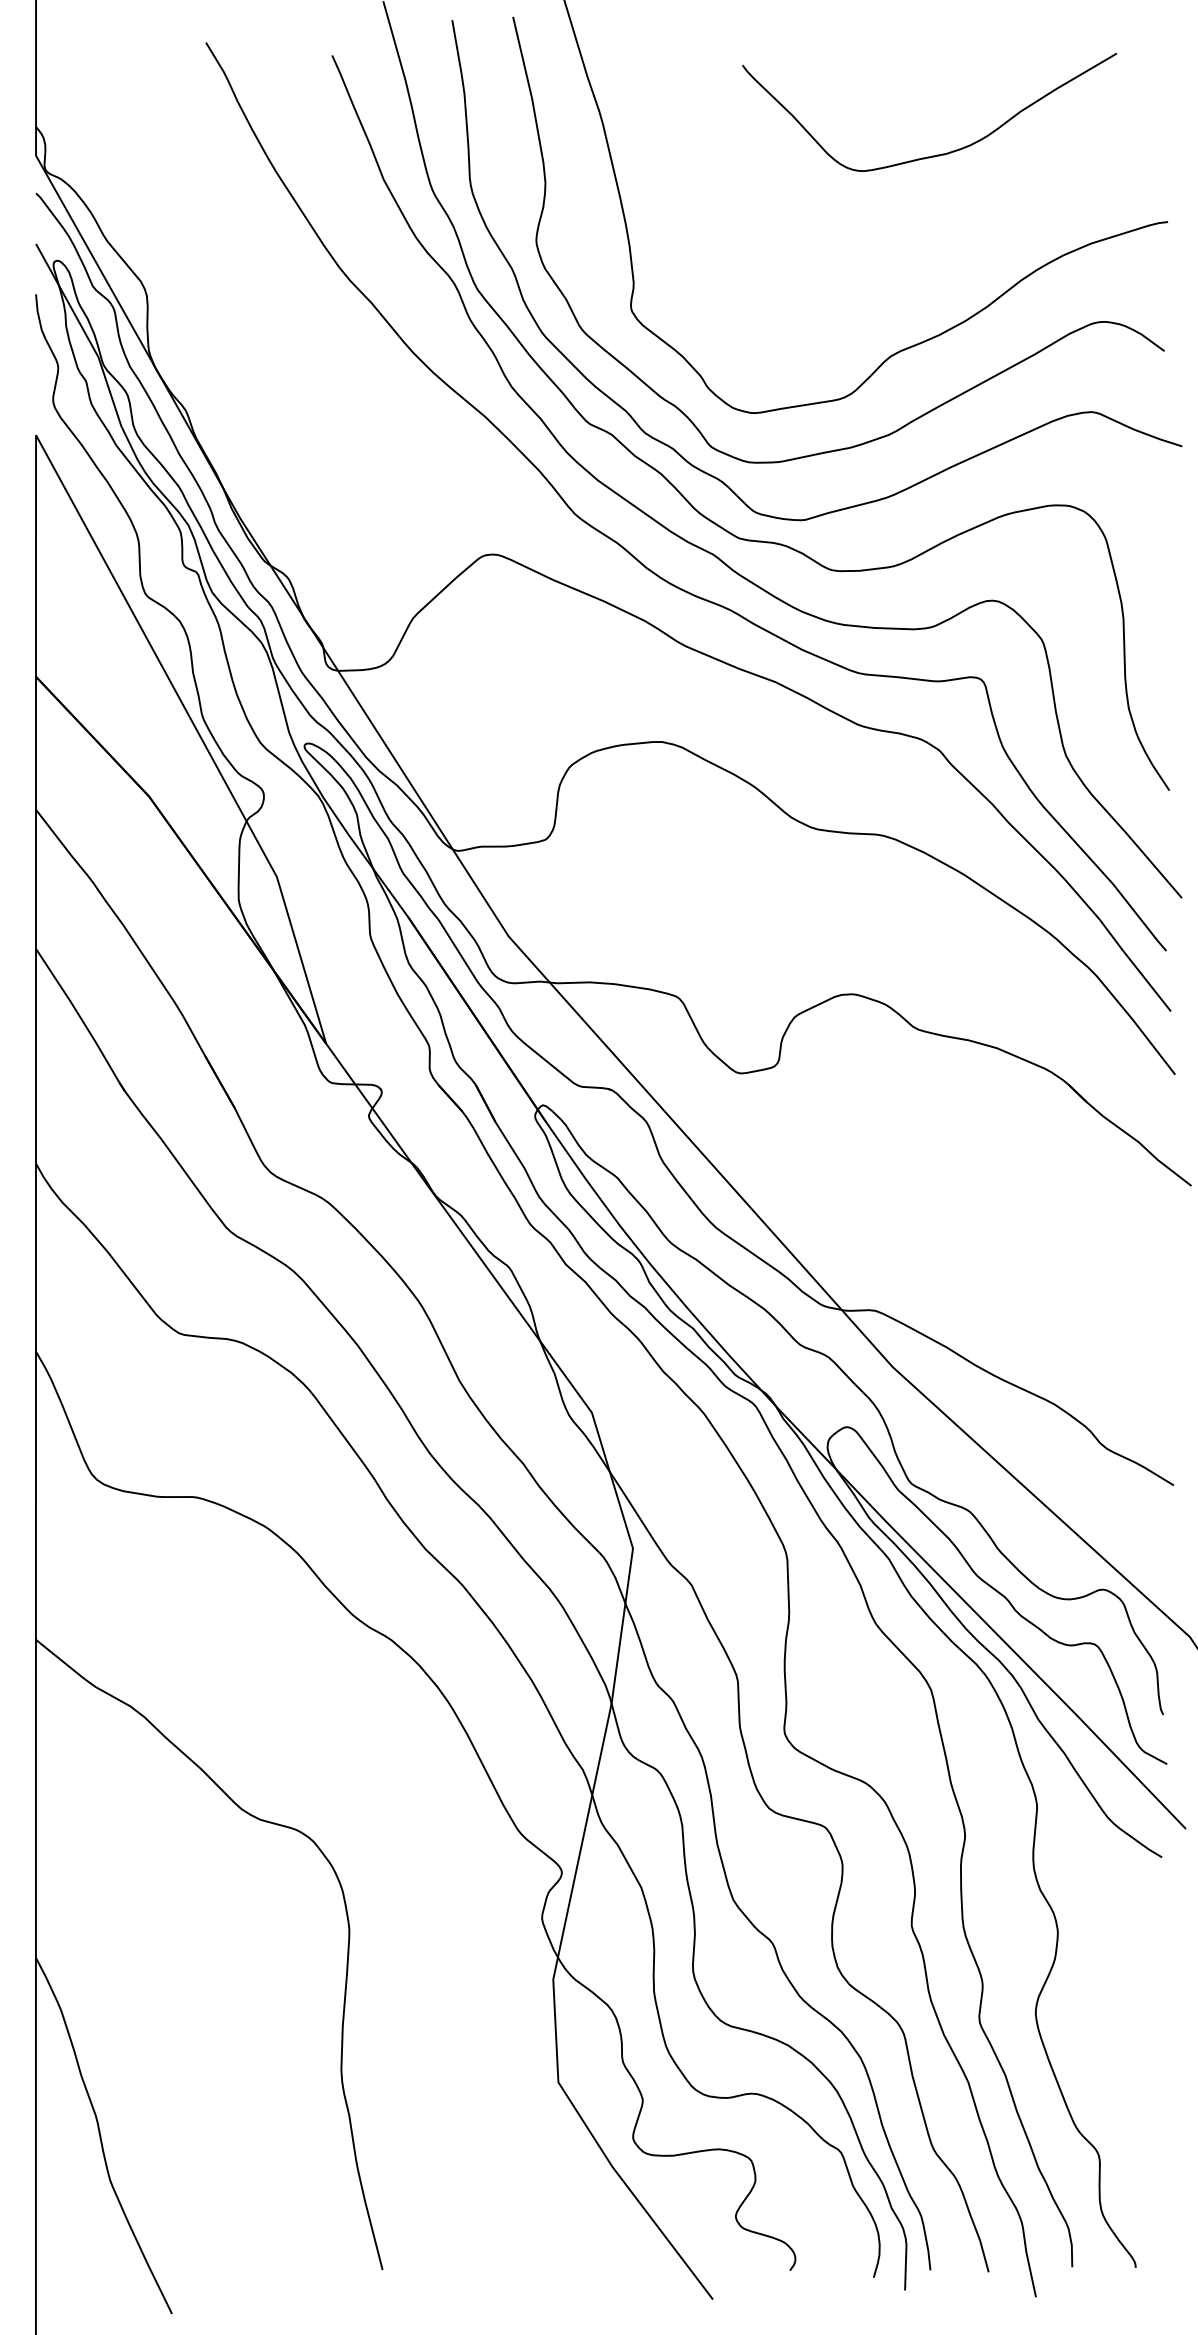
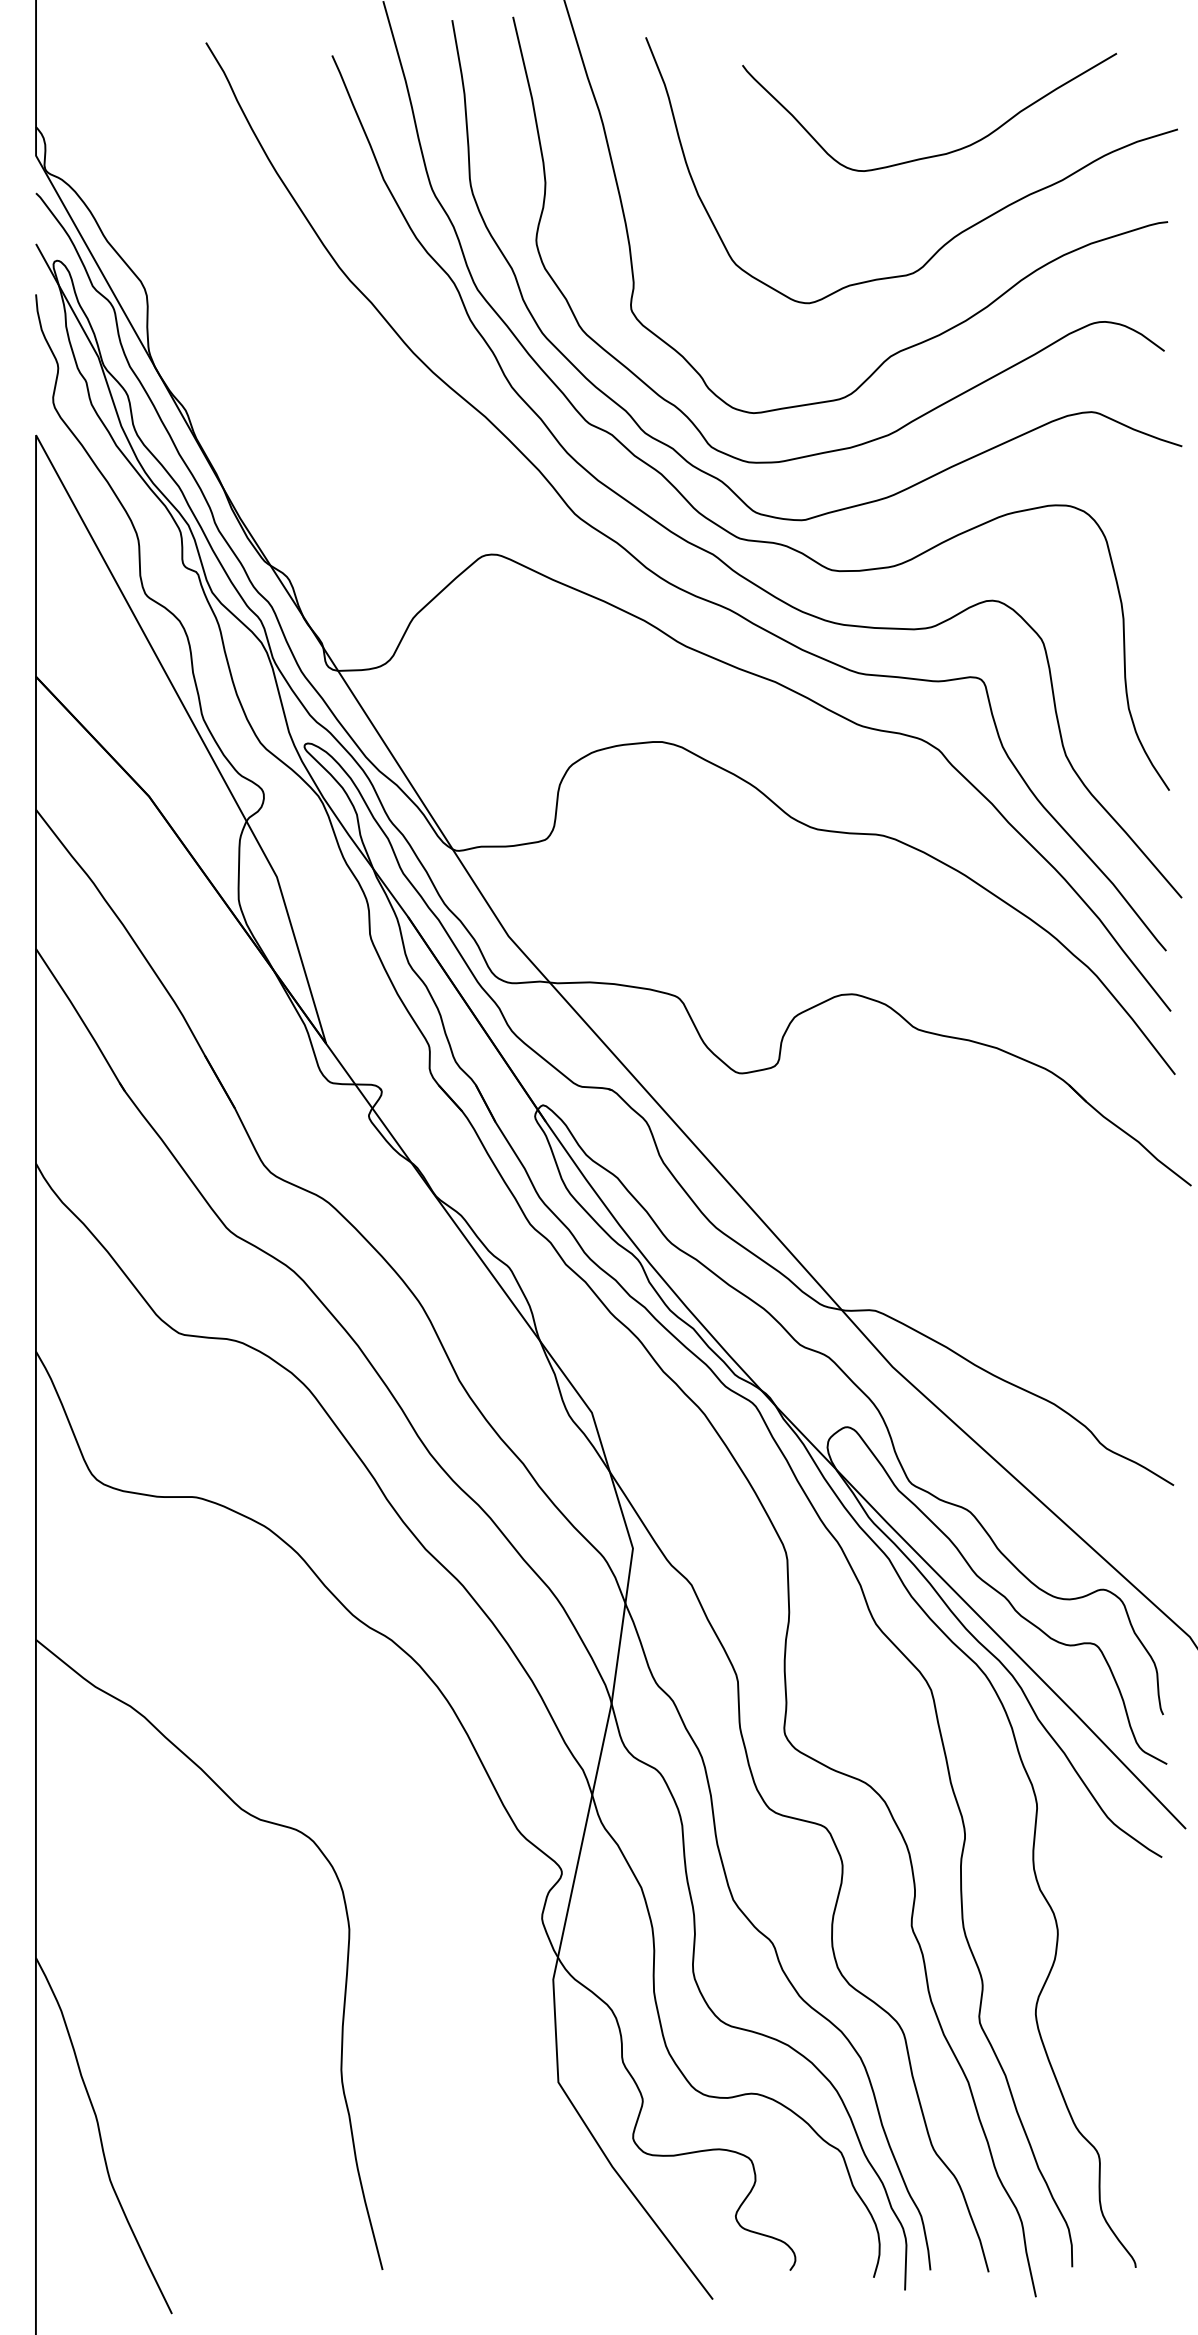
curve at (953, 236): none -> present
